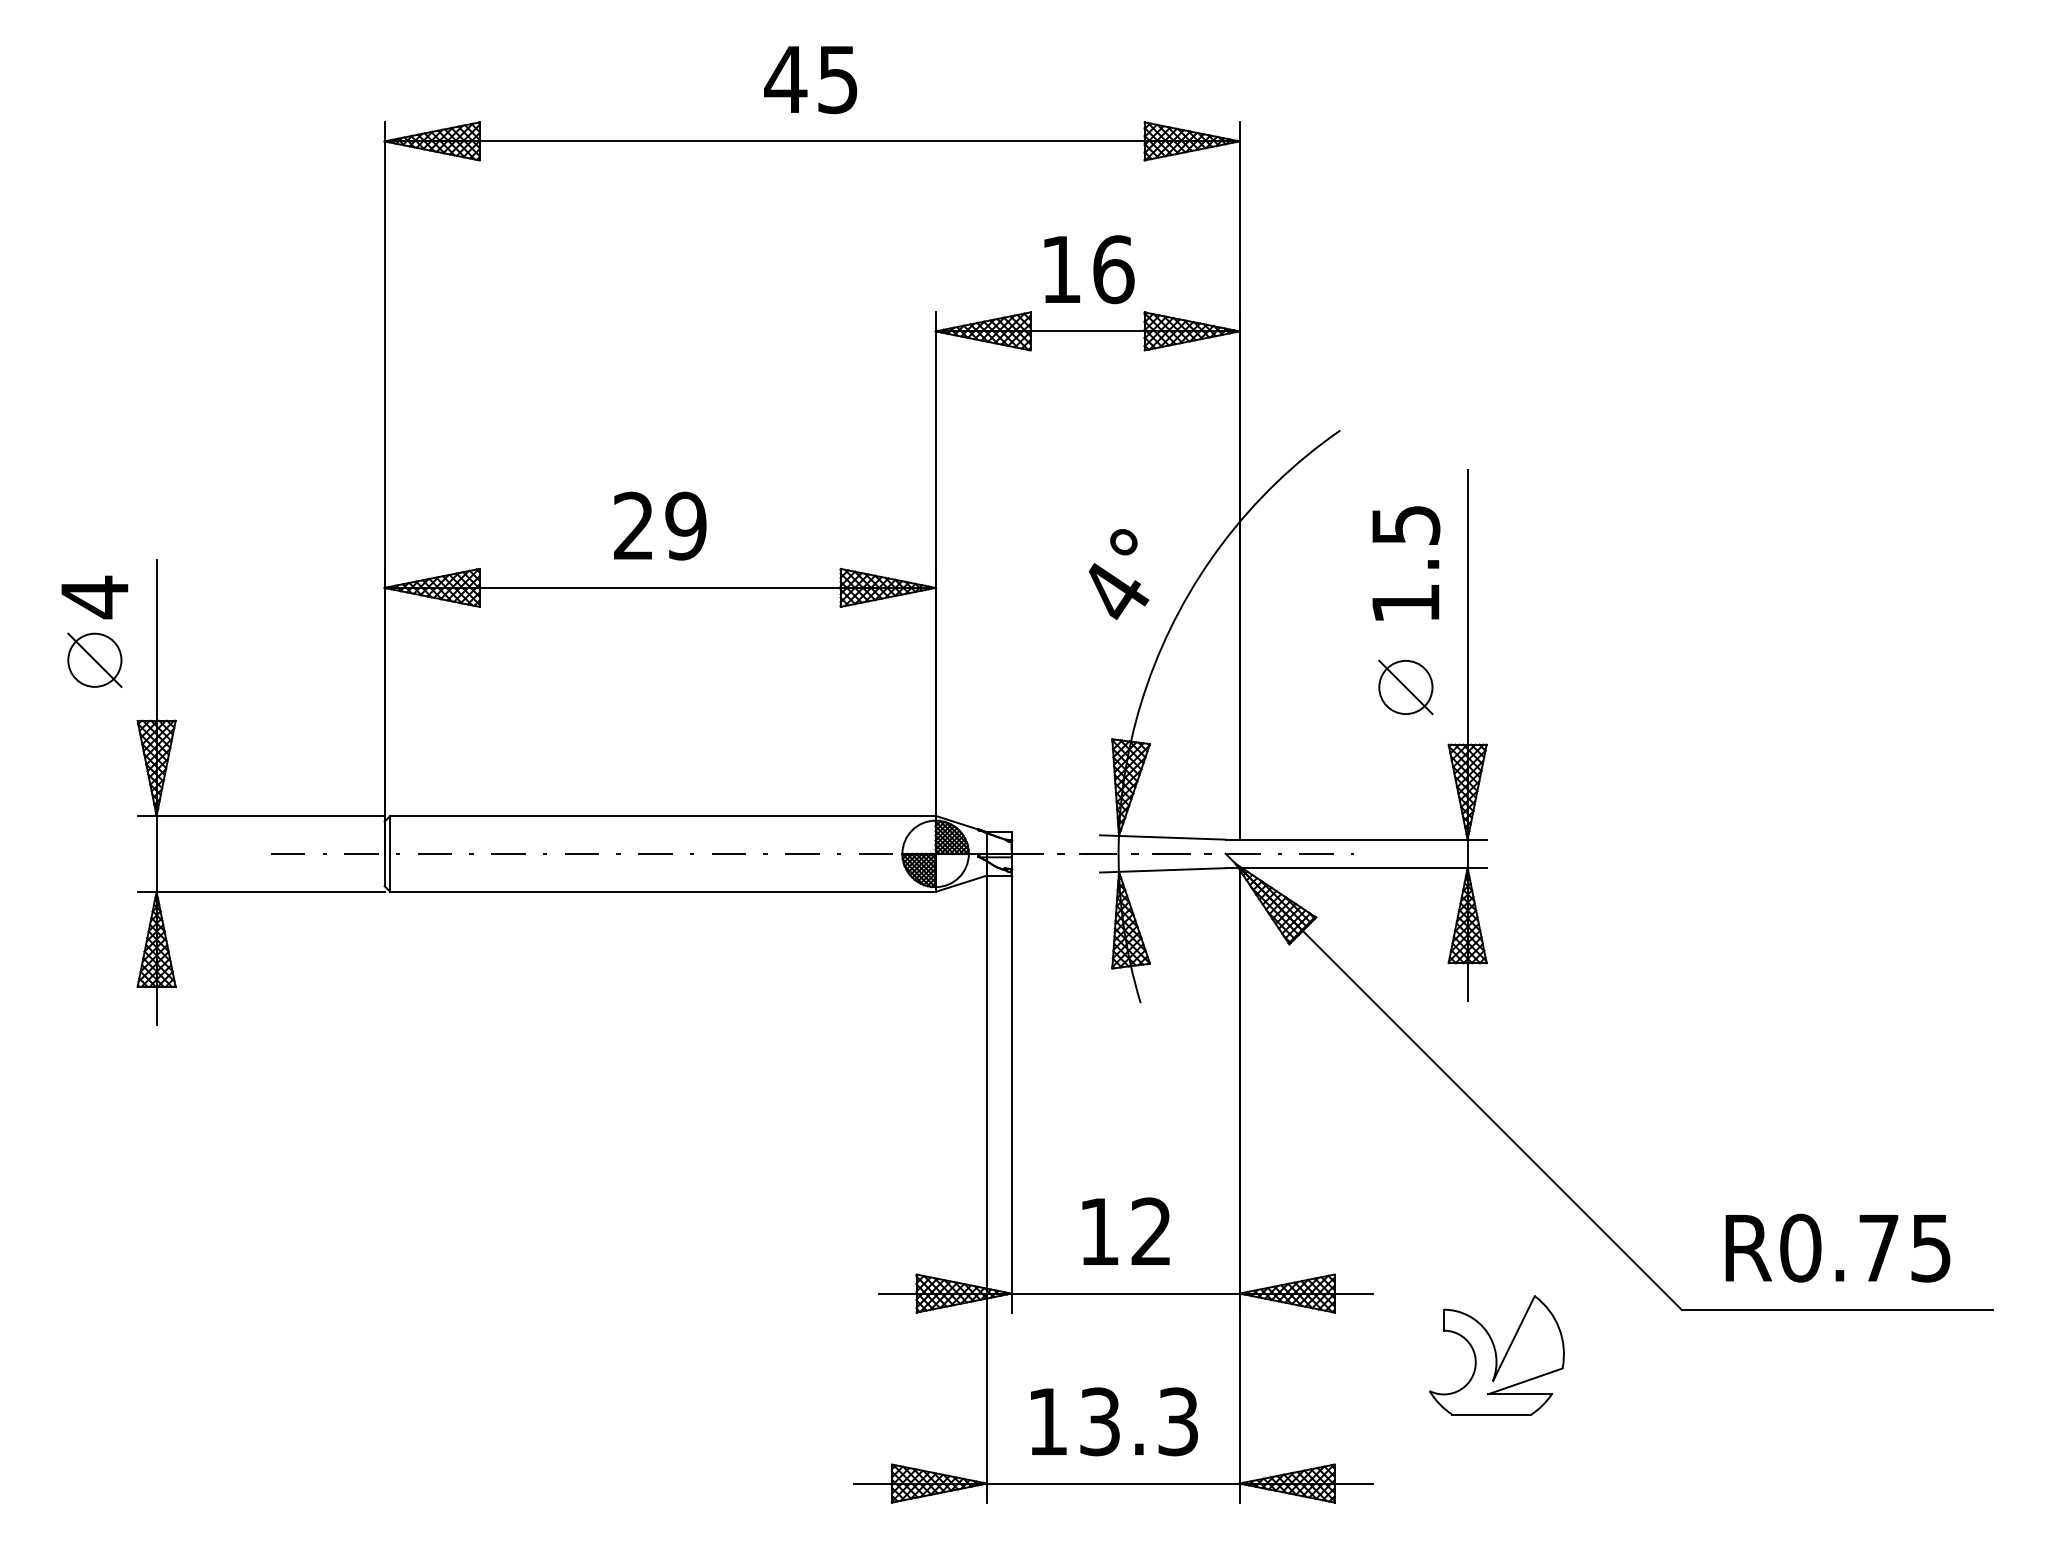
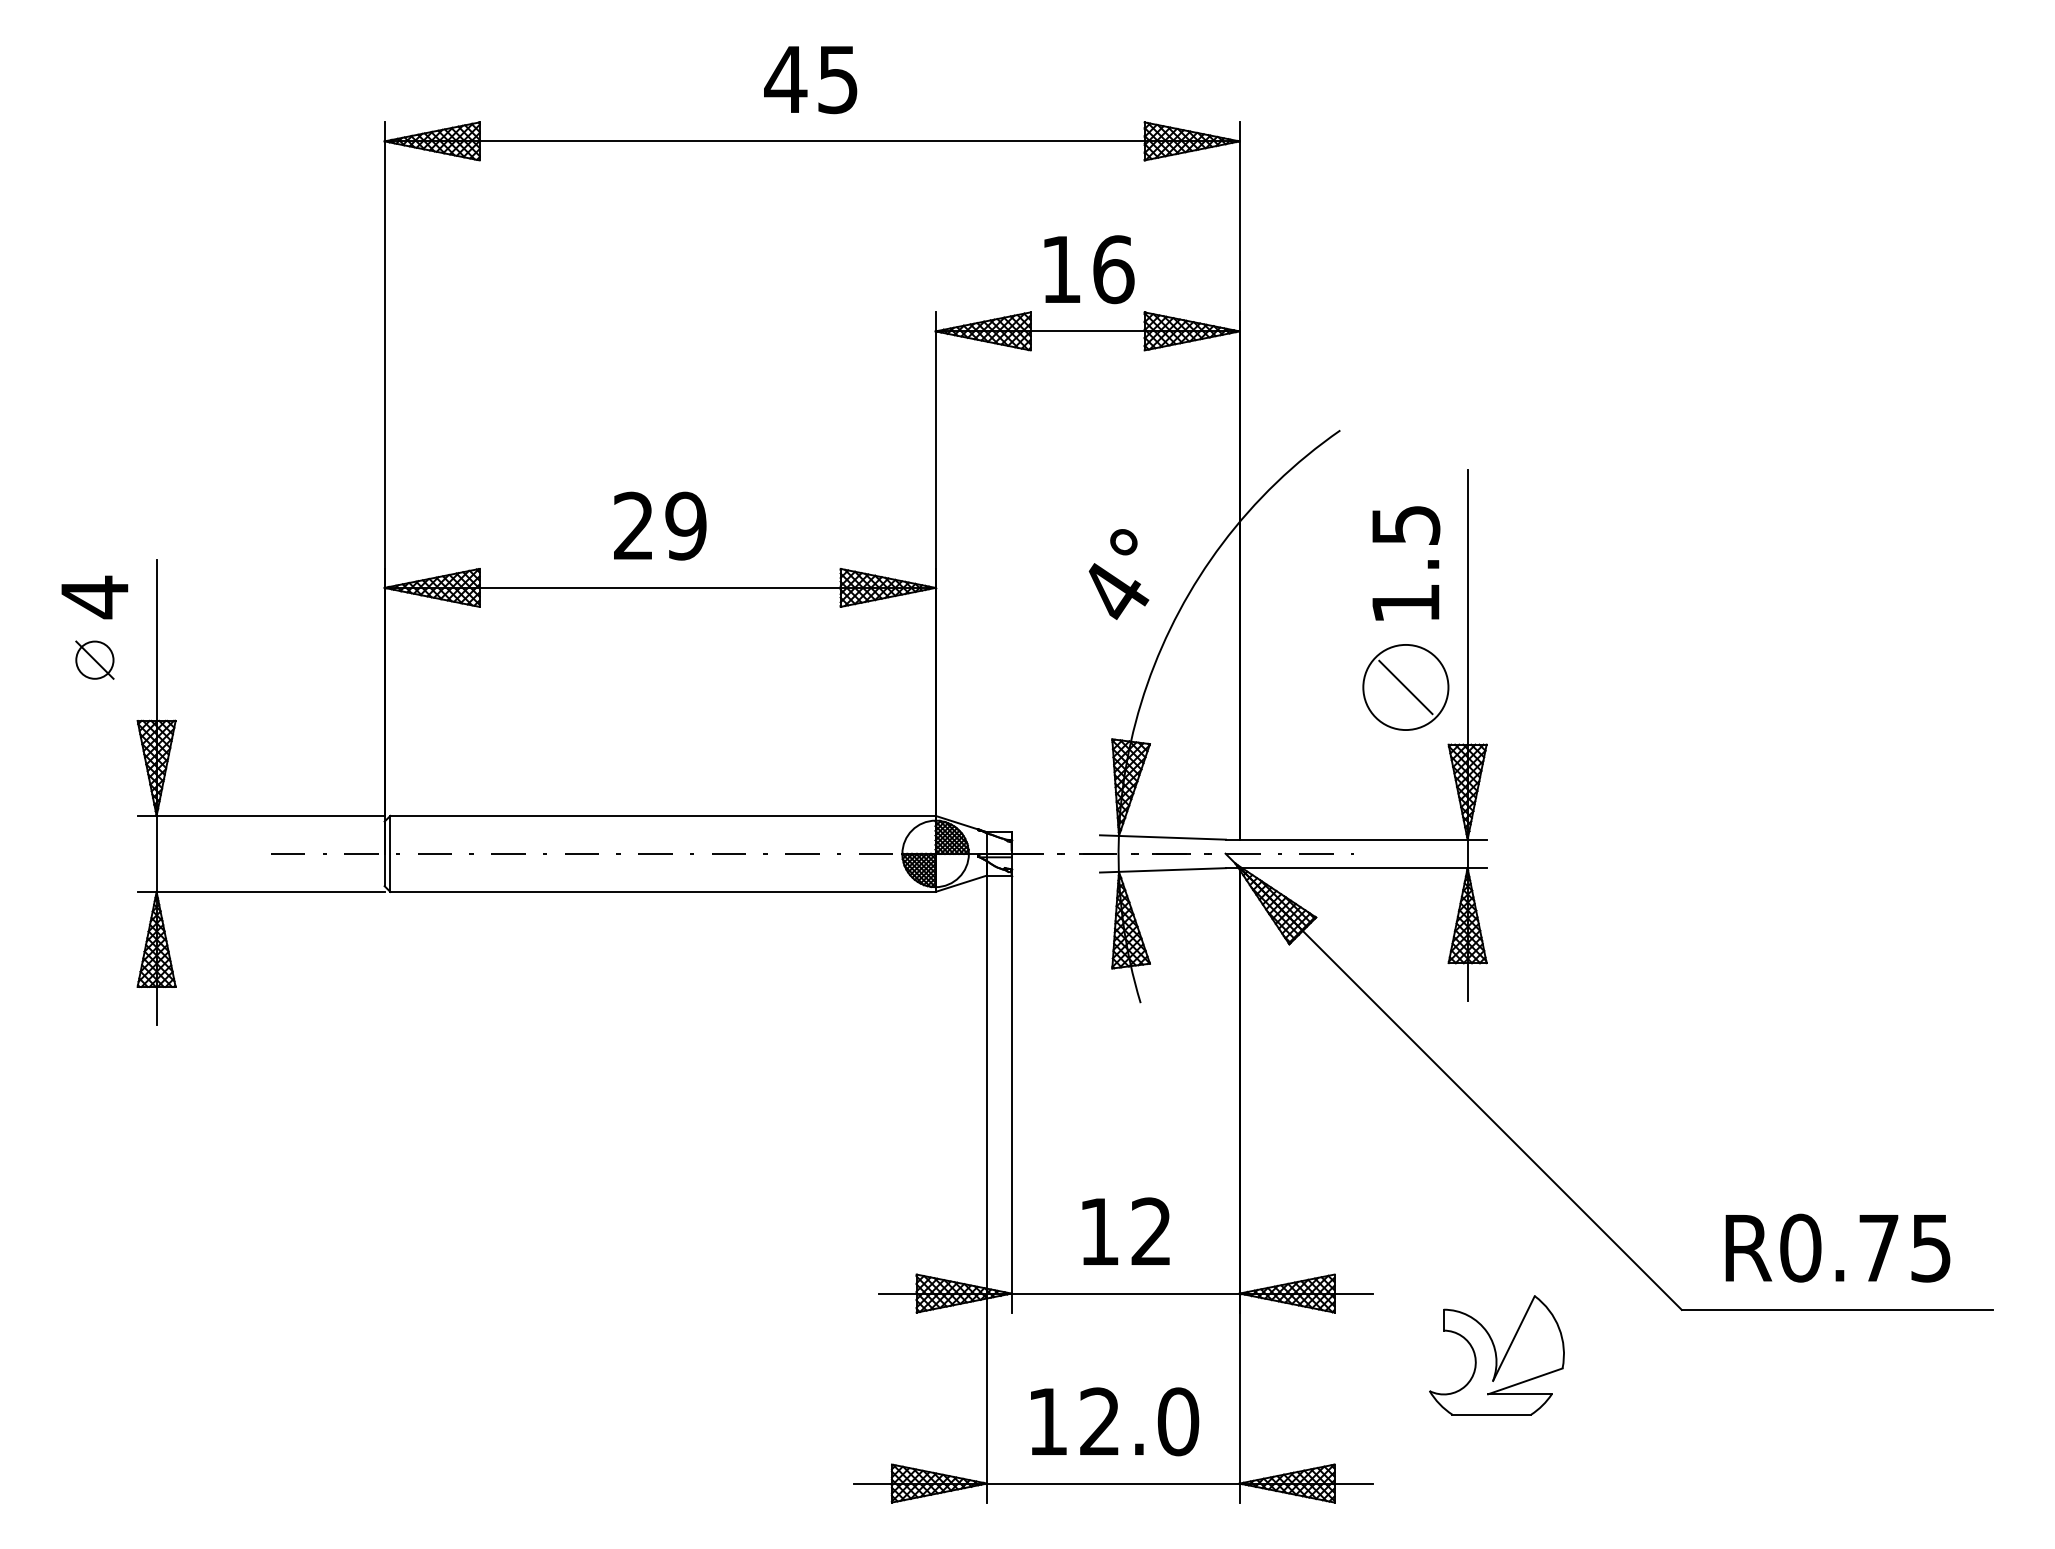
part at (94, 659) size: 56x56 px -> 40x40 px
circle at (1405, 687) diameter: 53 px -> 85 px
text at (1139, 1421): 13.3 -> 12.0
